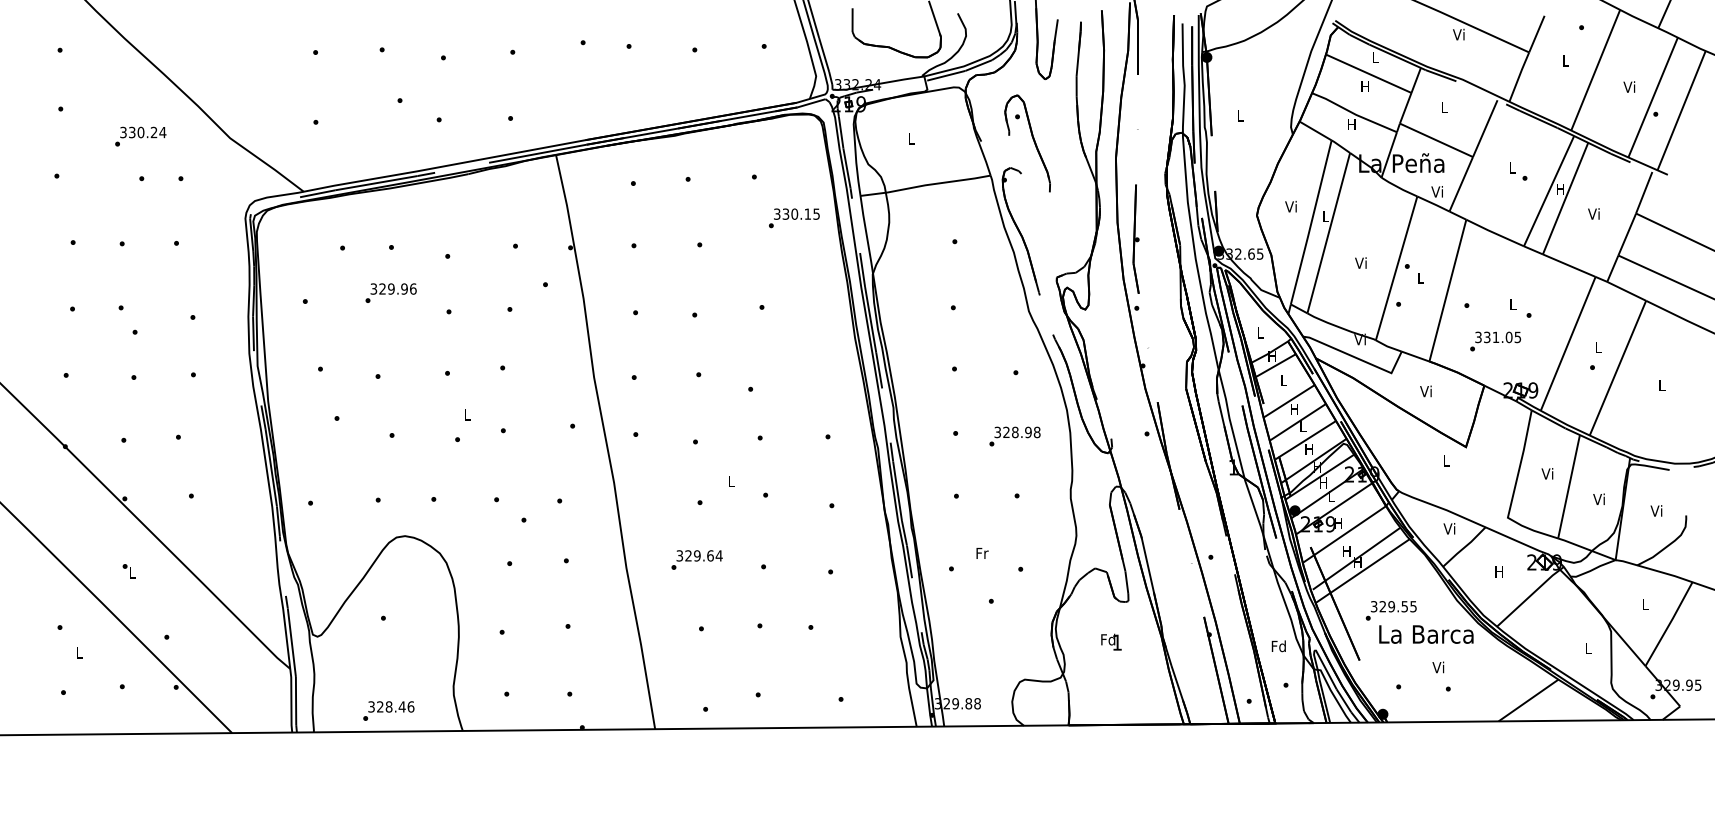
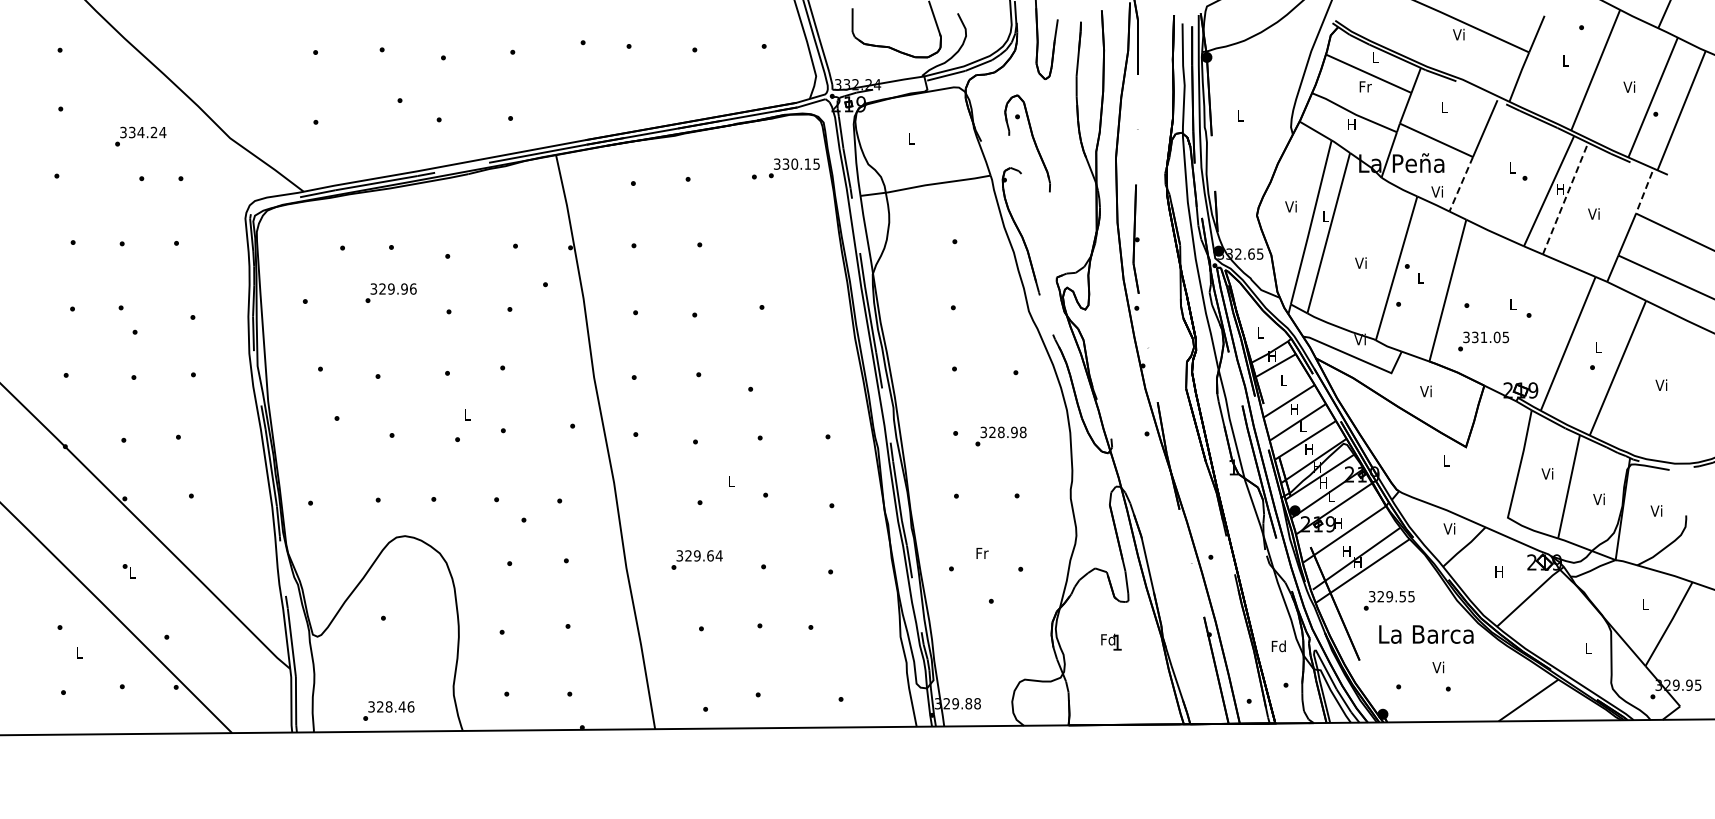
text at (1365, 86): H -> Fr
text at (140, 132): 330.24 -> 334.24
line at (1461, 184): solid -> dashed
line at (1644, 193): solid -> dashed
line at (1565, 198): solid -> dashed
text at (794, 218) position: (794, 218) -> (794, 168)
text at (1495, 341) position: (1495, 341) -> (1483, 341)
text at (1661, 384): L -> Vi
text at (1014, 436) position: (1014, 436) -> (1000, 436)
text at (1390, 610) position: (1390, 610) -> (1388, 600)
